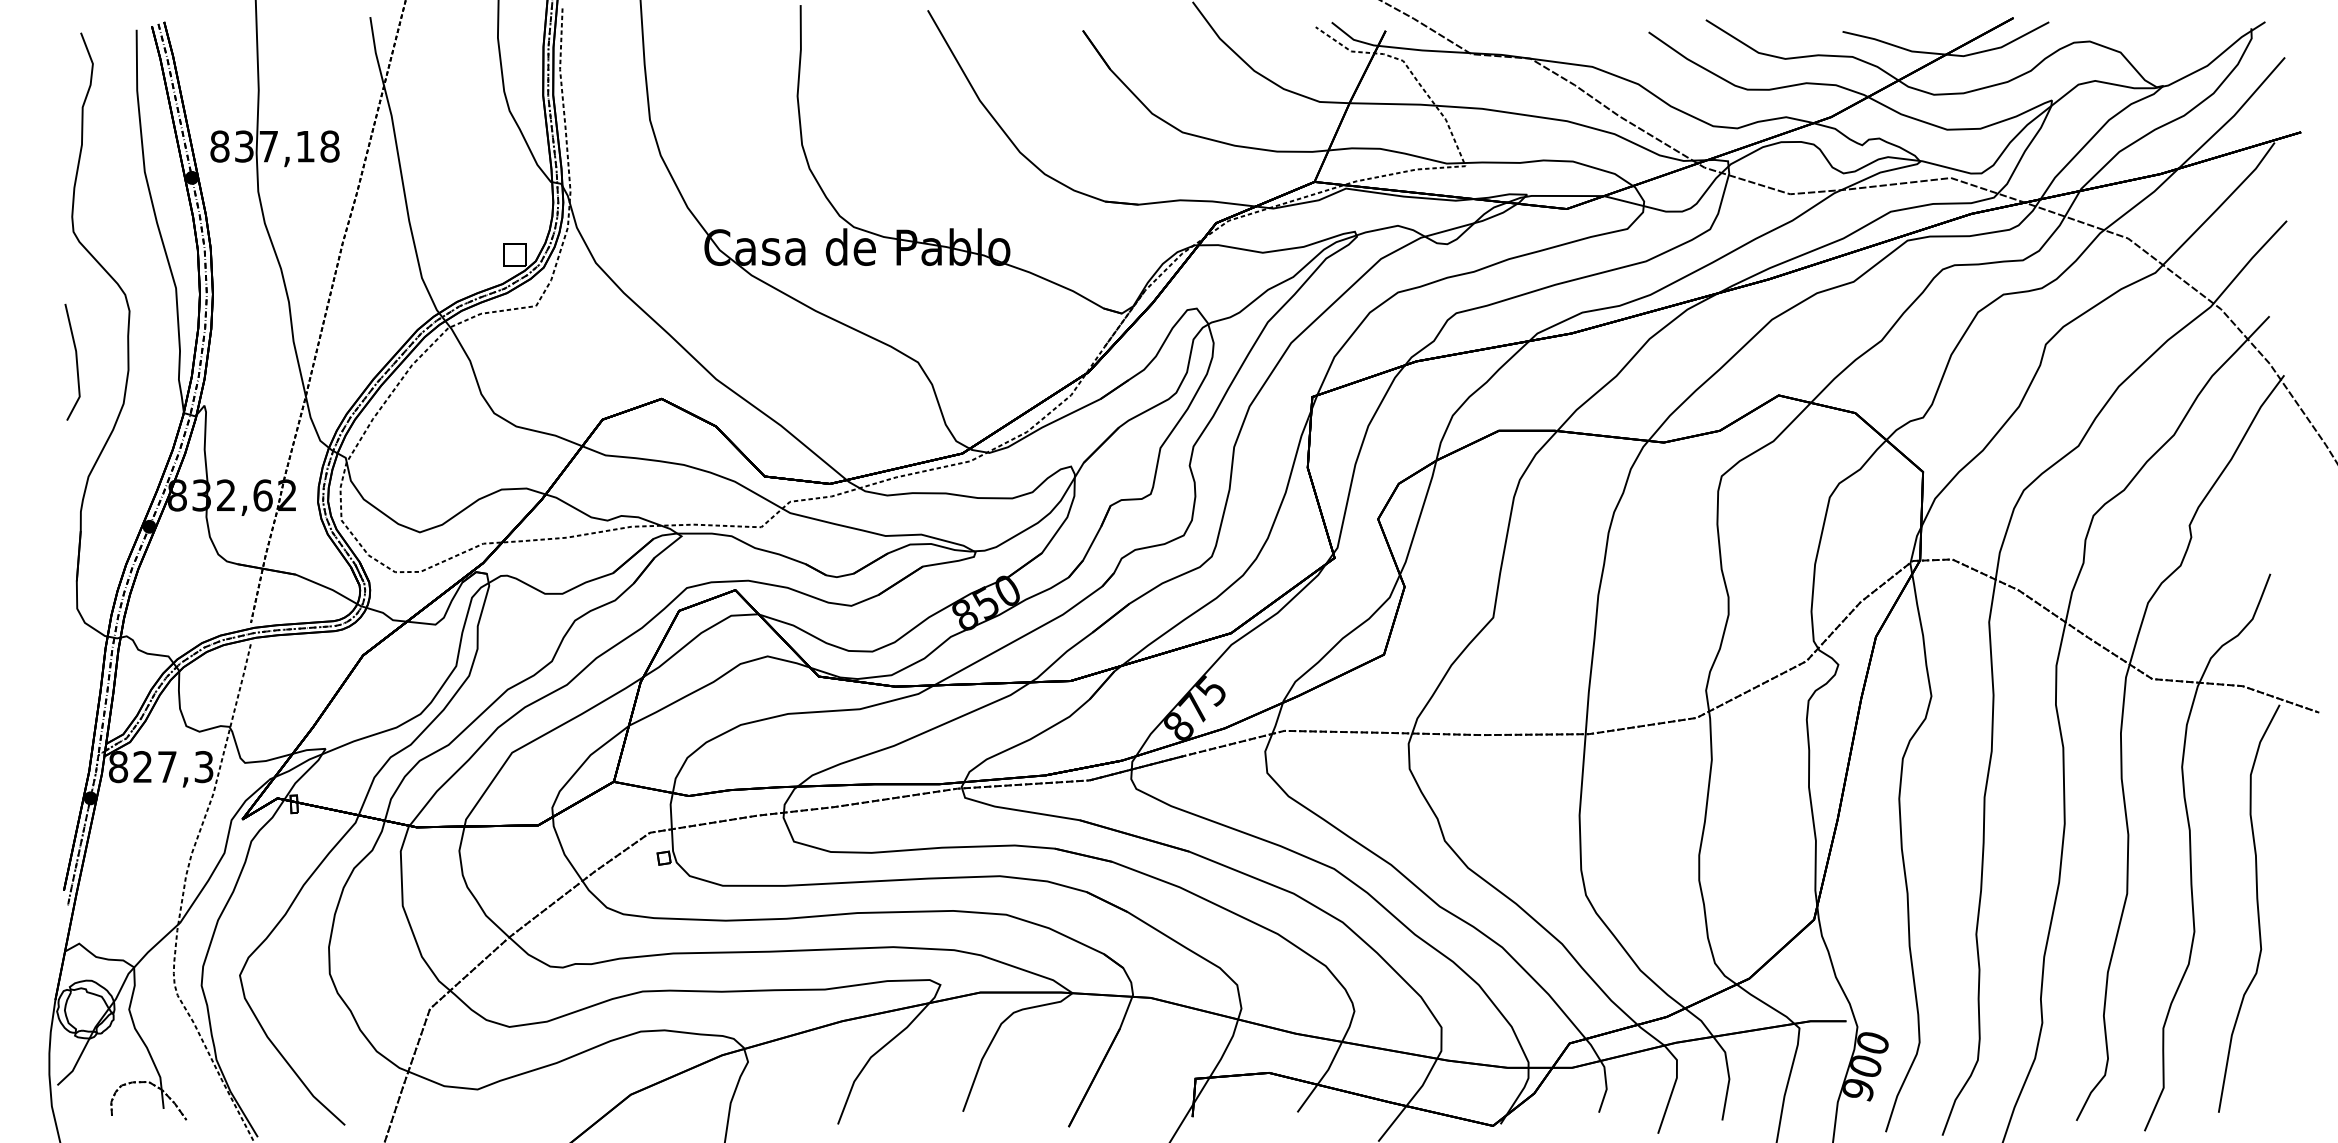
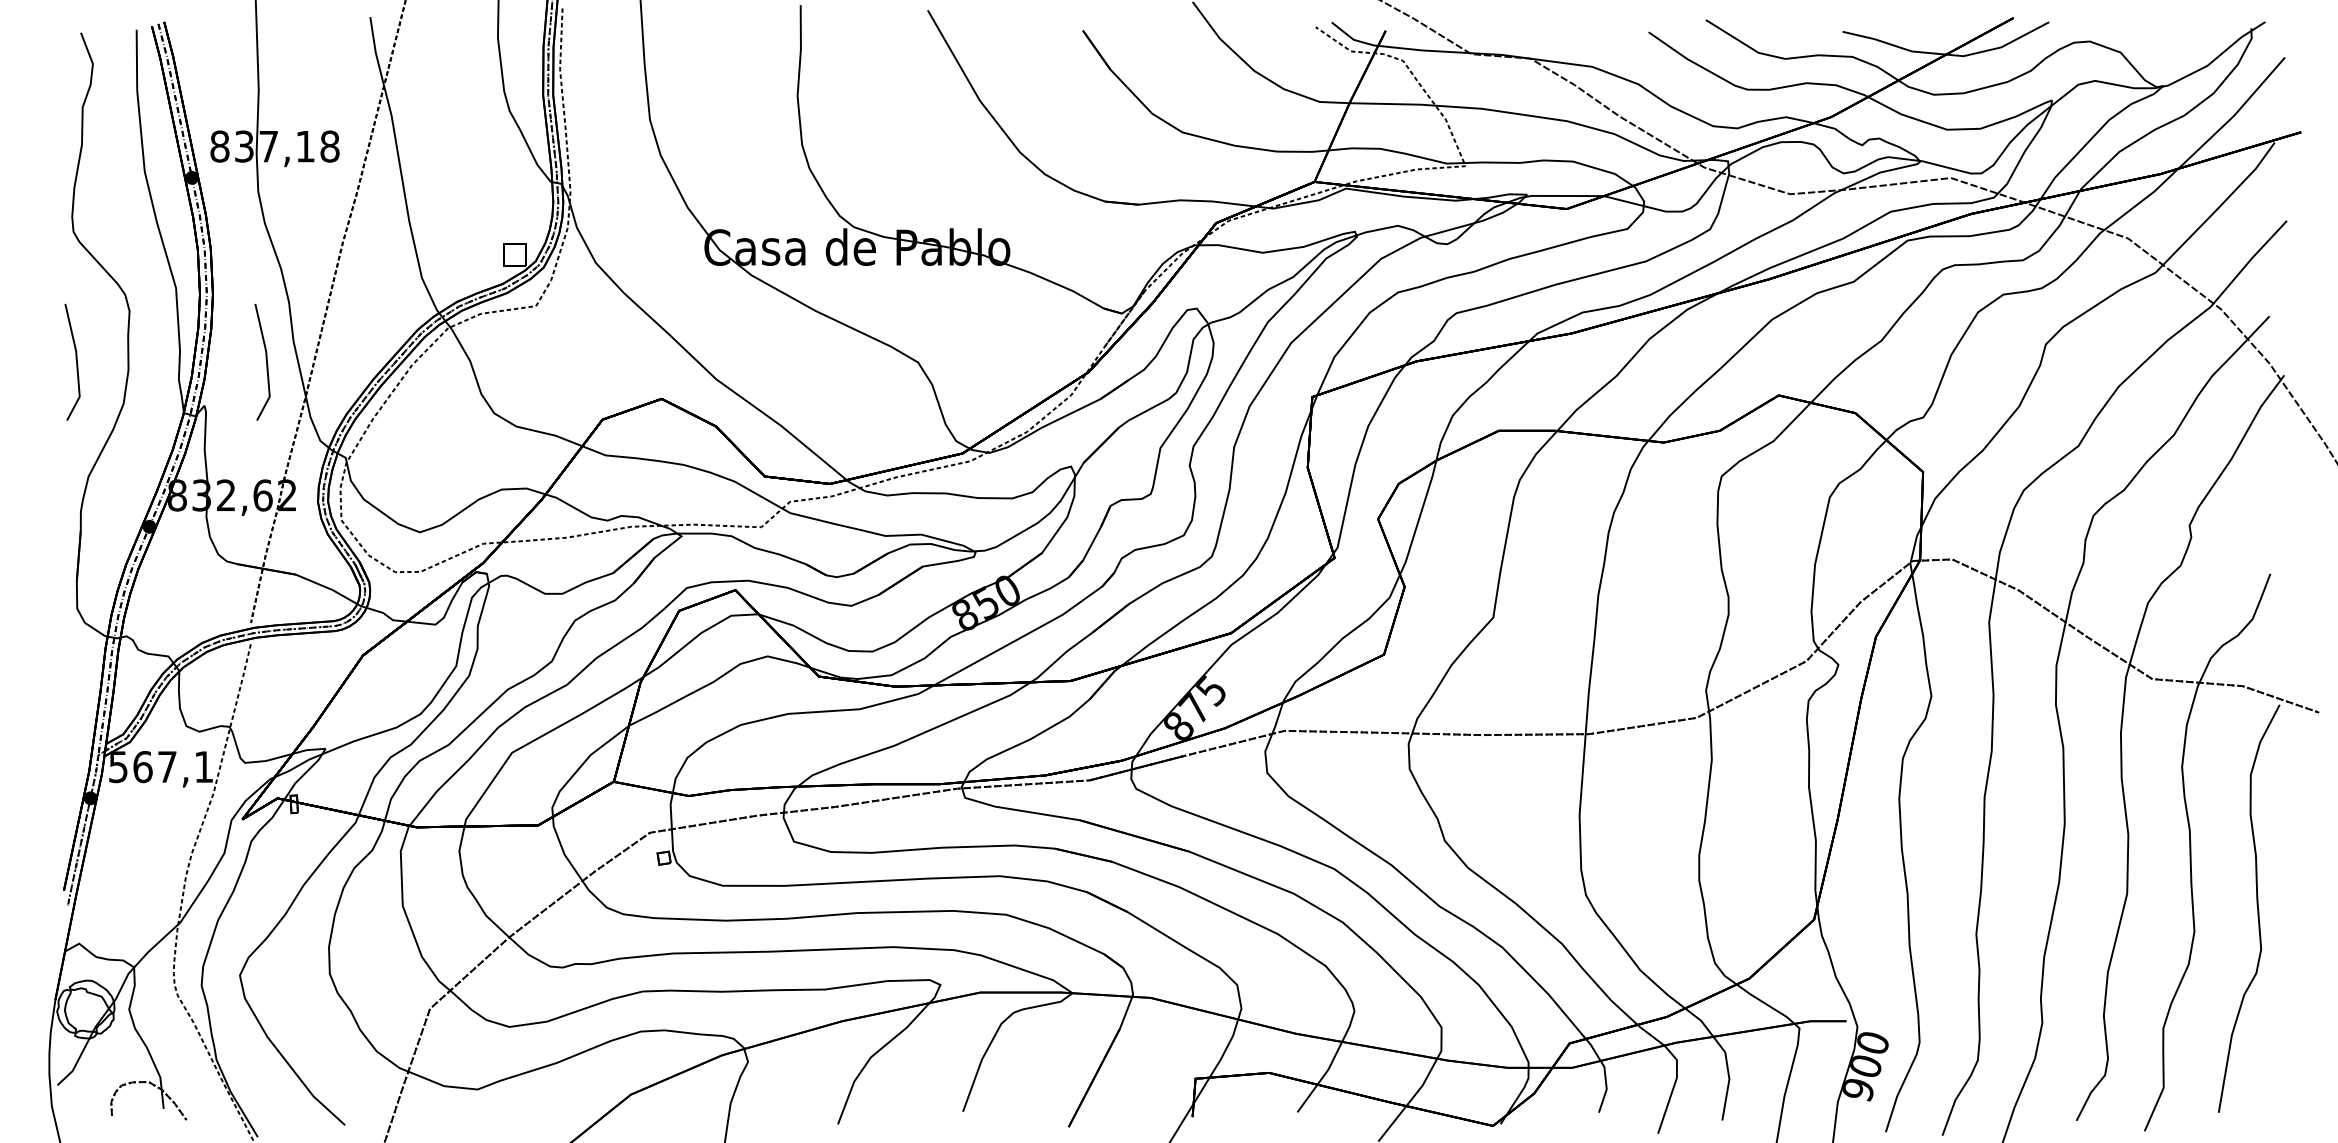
line at (265, 359): none -> present
text at (161, 767): 827,3 -> 567,1
